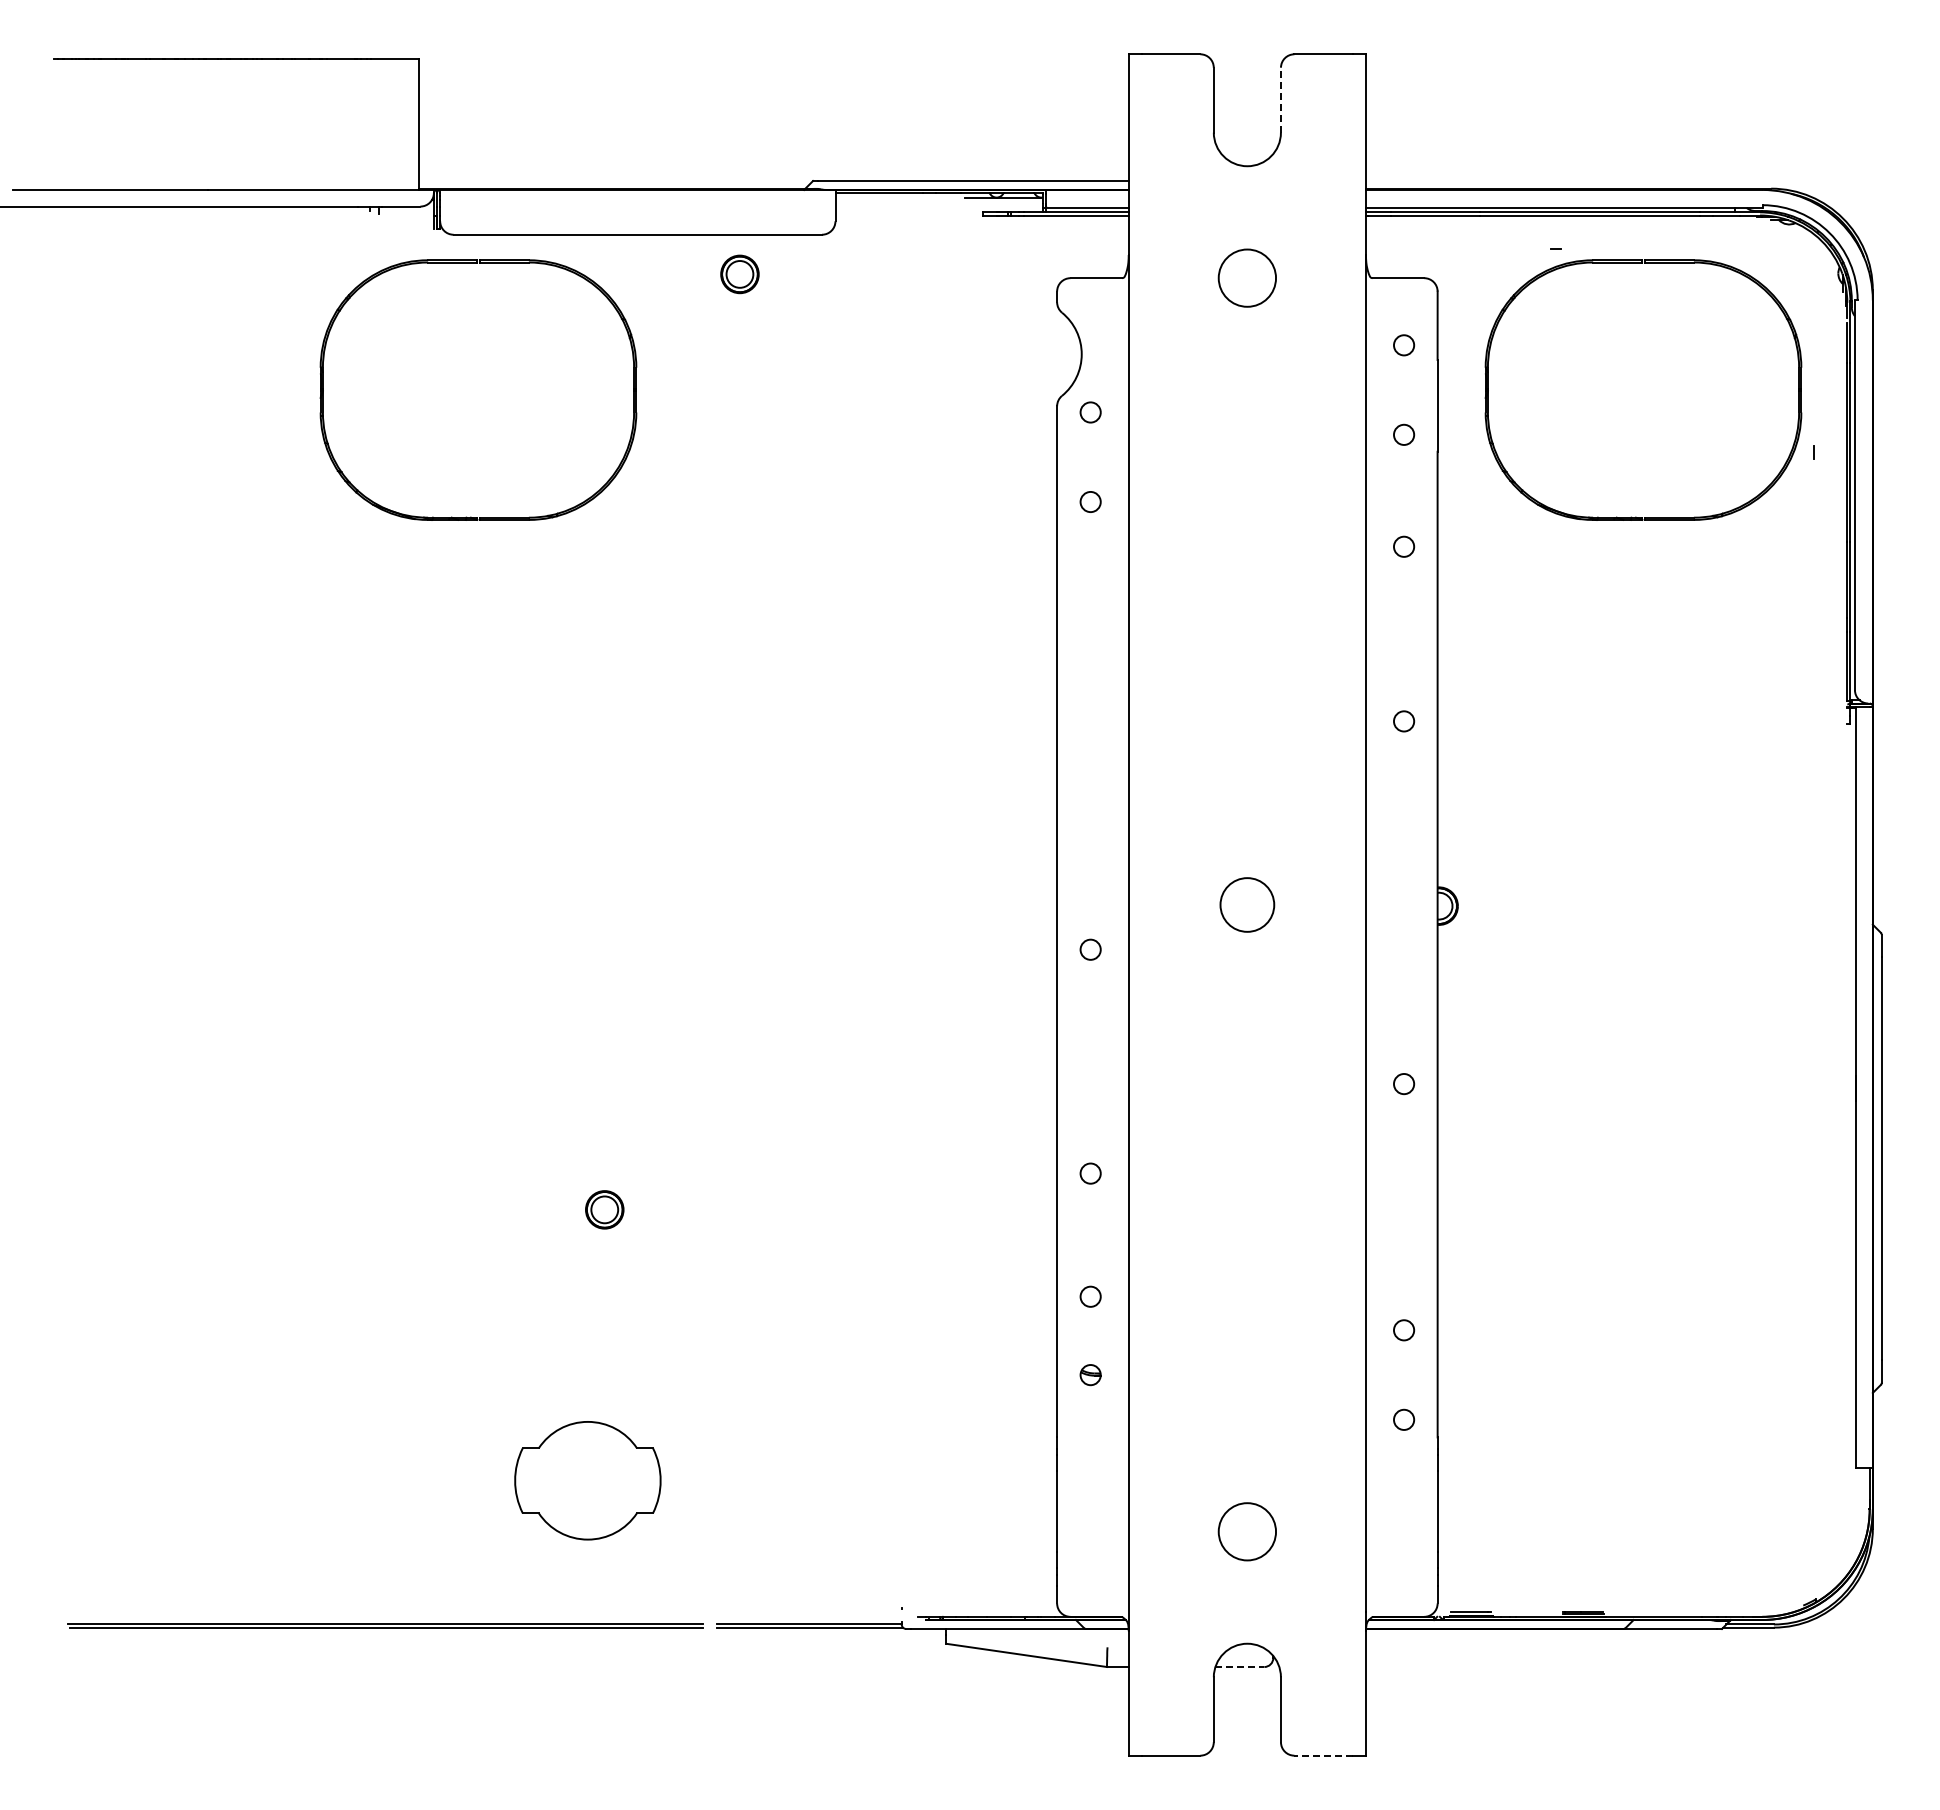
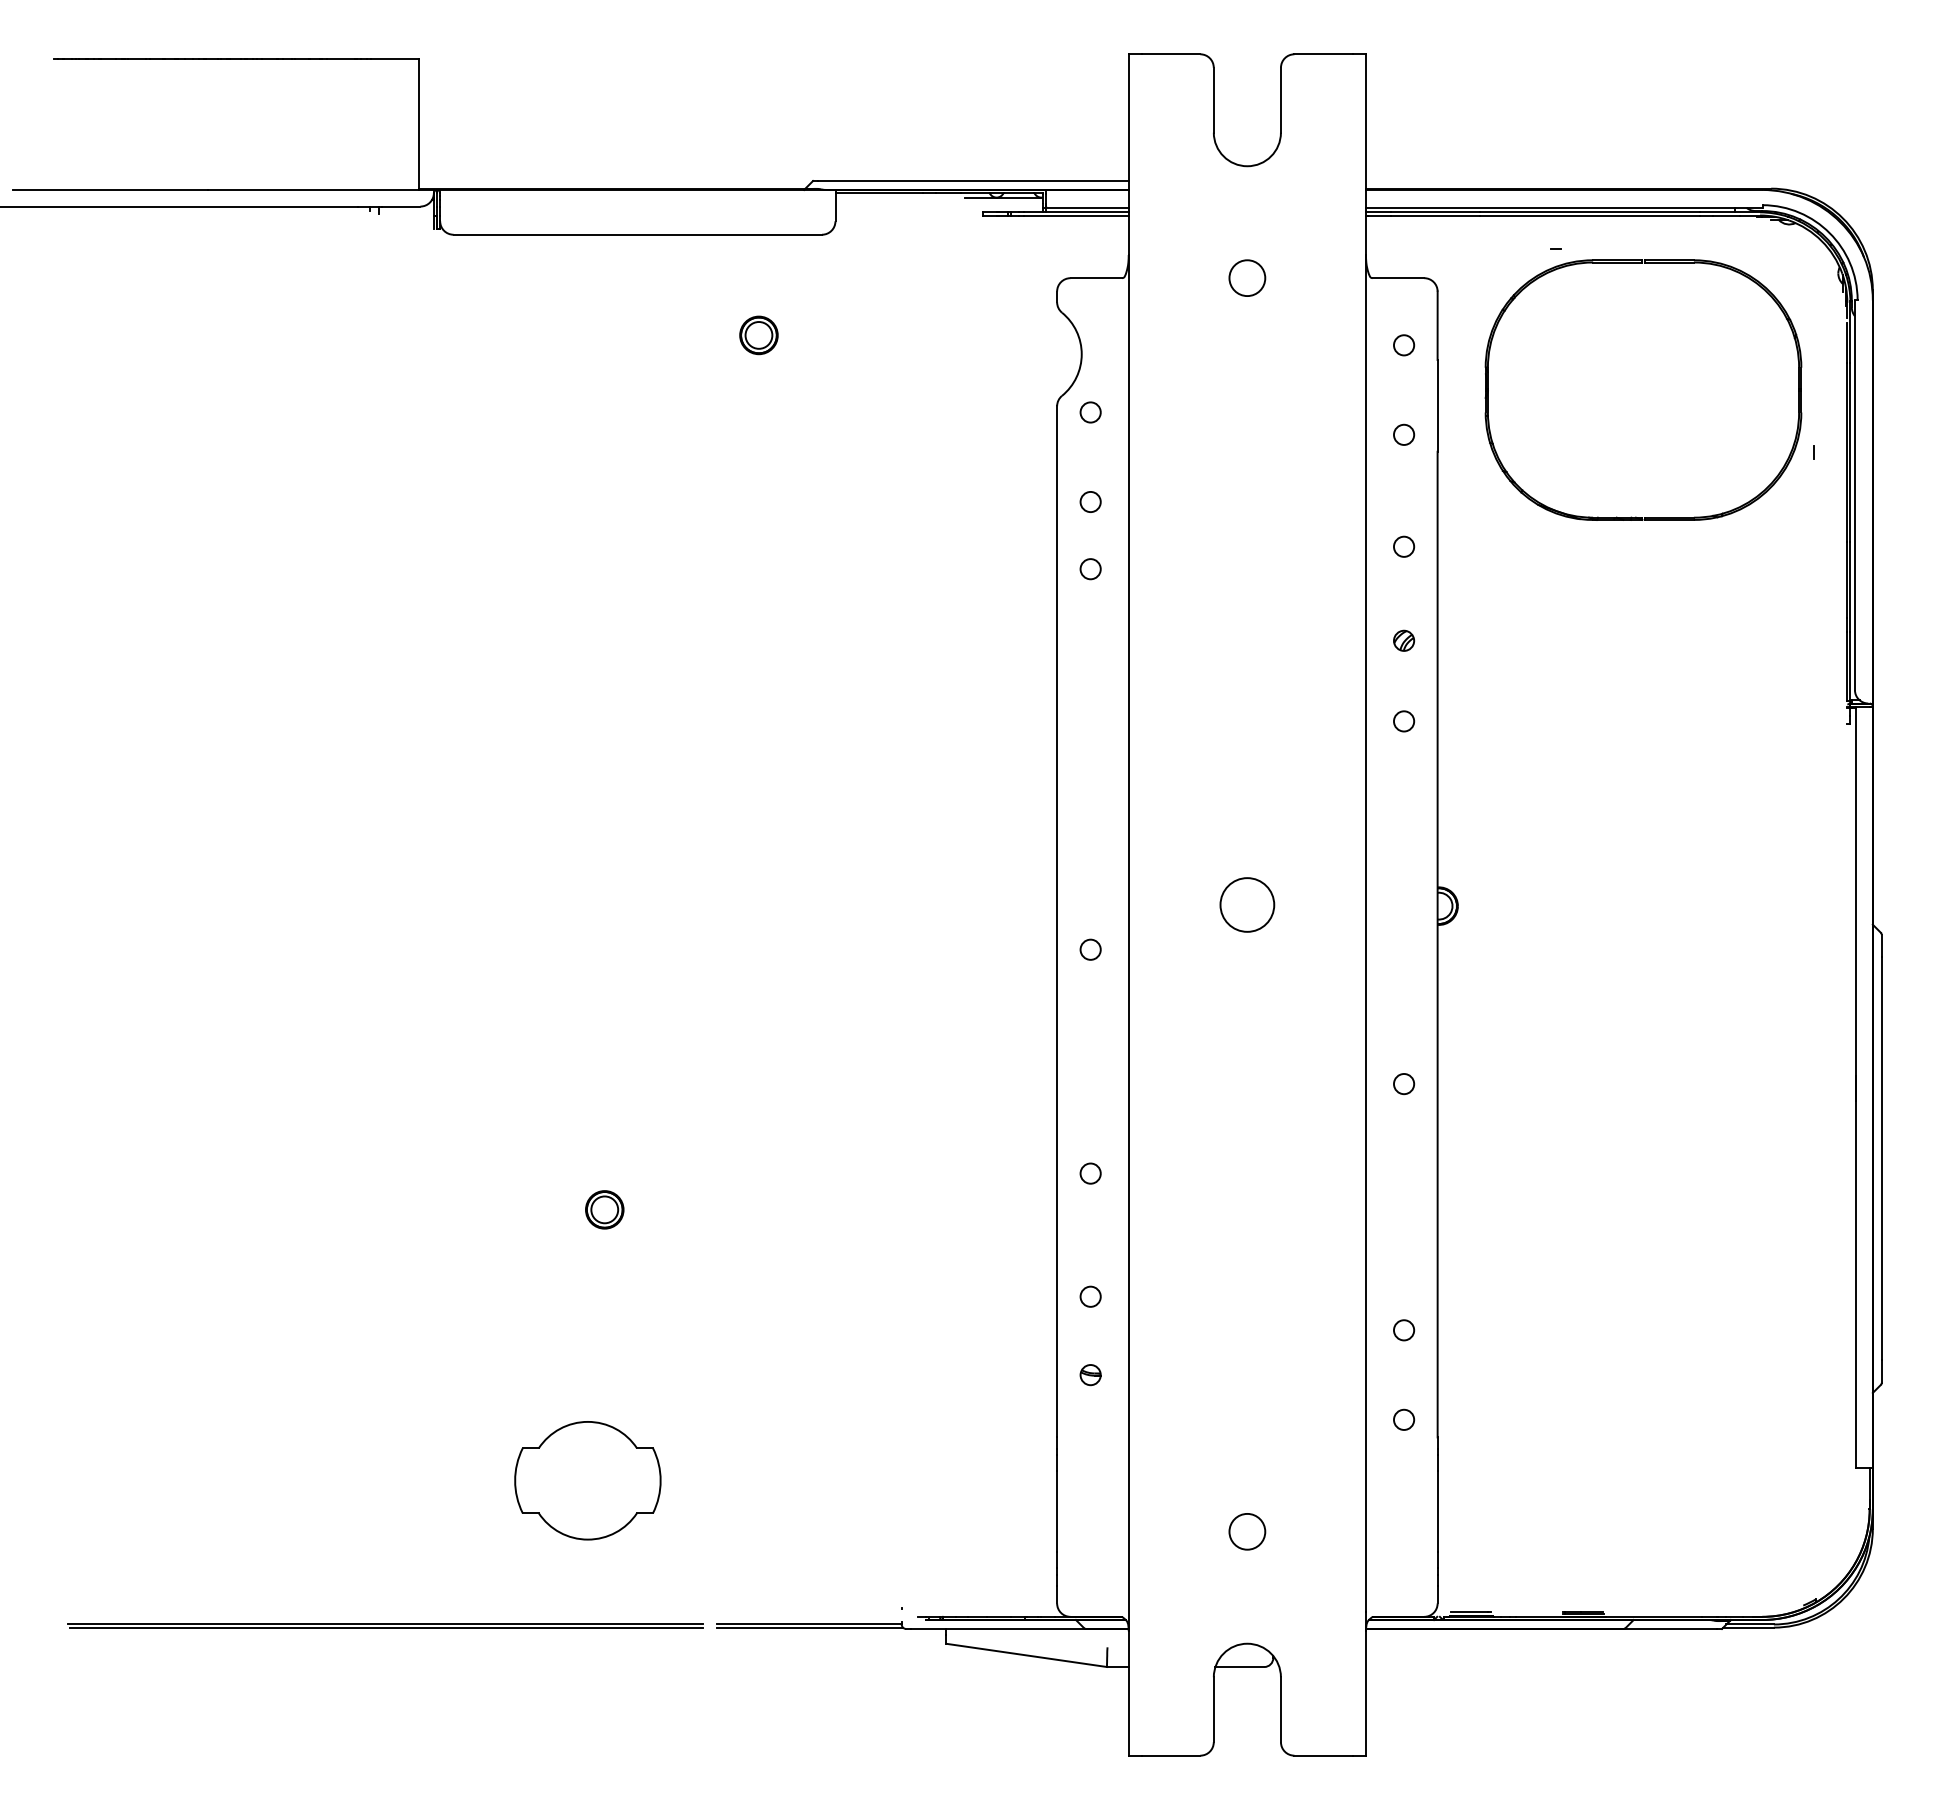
line at (1280, 99): dashed -> solid
part at (477, 263): present -> none
part at (739, 274) position: (739, 274) -> (758, 335)
circle at (1247, 277) diameter: 57 px -> 36 px
circle at (1090, 569): none -> present
part at (1404, 640): none -> present
circle at (1247, 1531) diameter: 57 px -> 36 px
line at (1240, 1667): dashed -> solid
line at (1323, 1755): dashed -> solid
